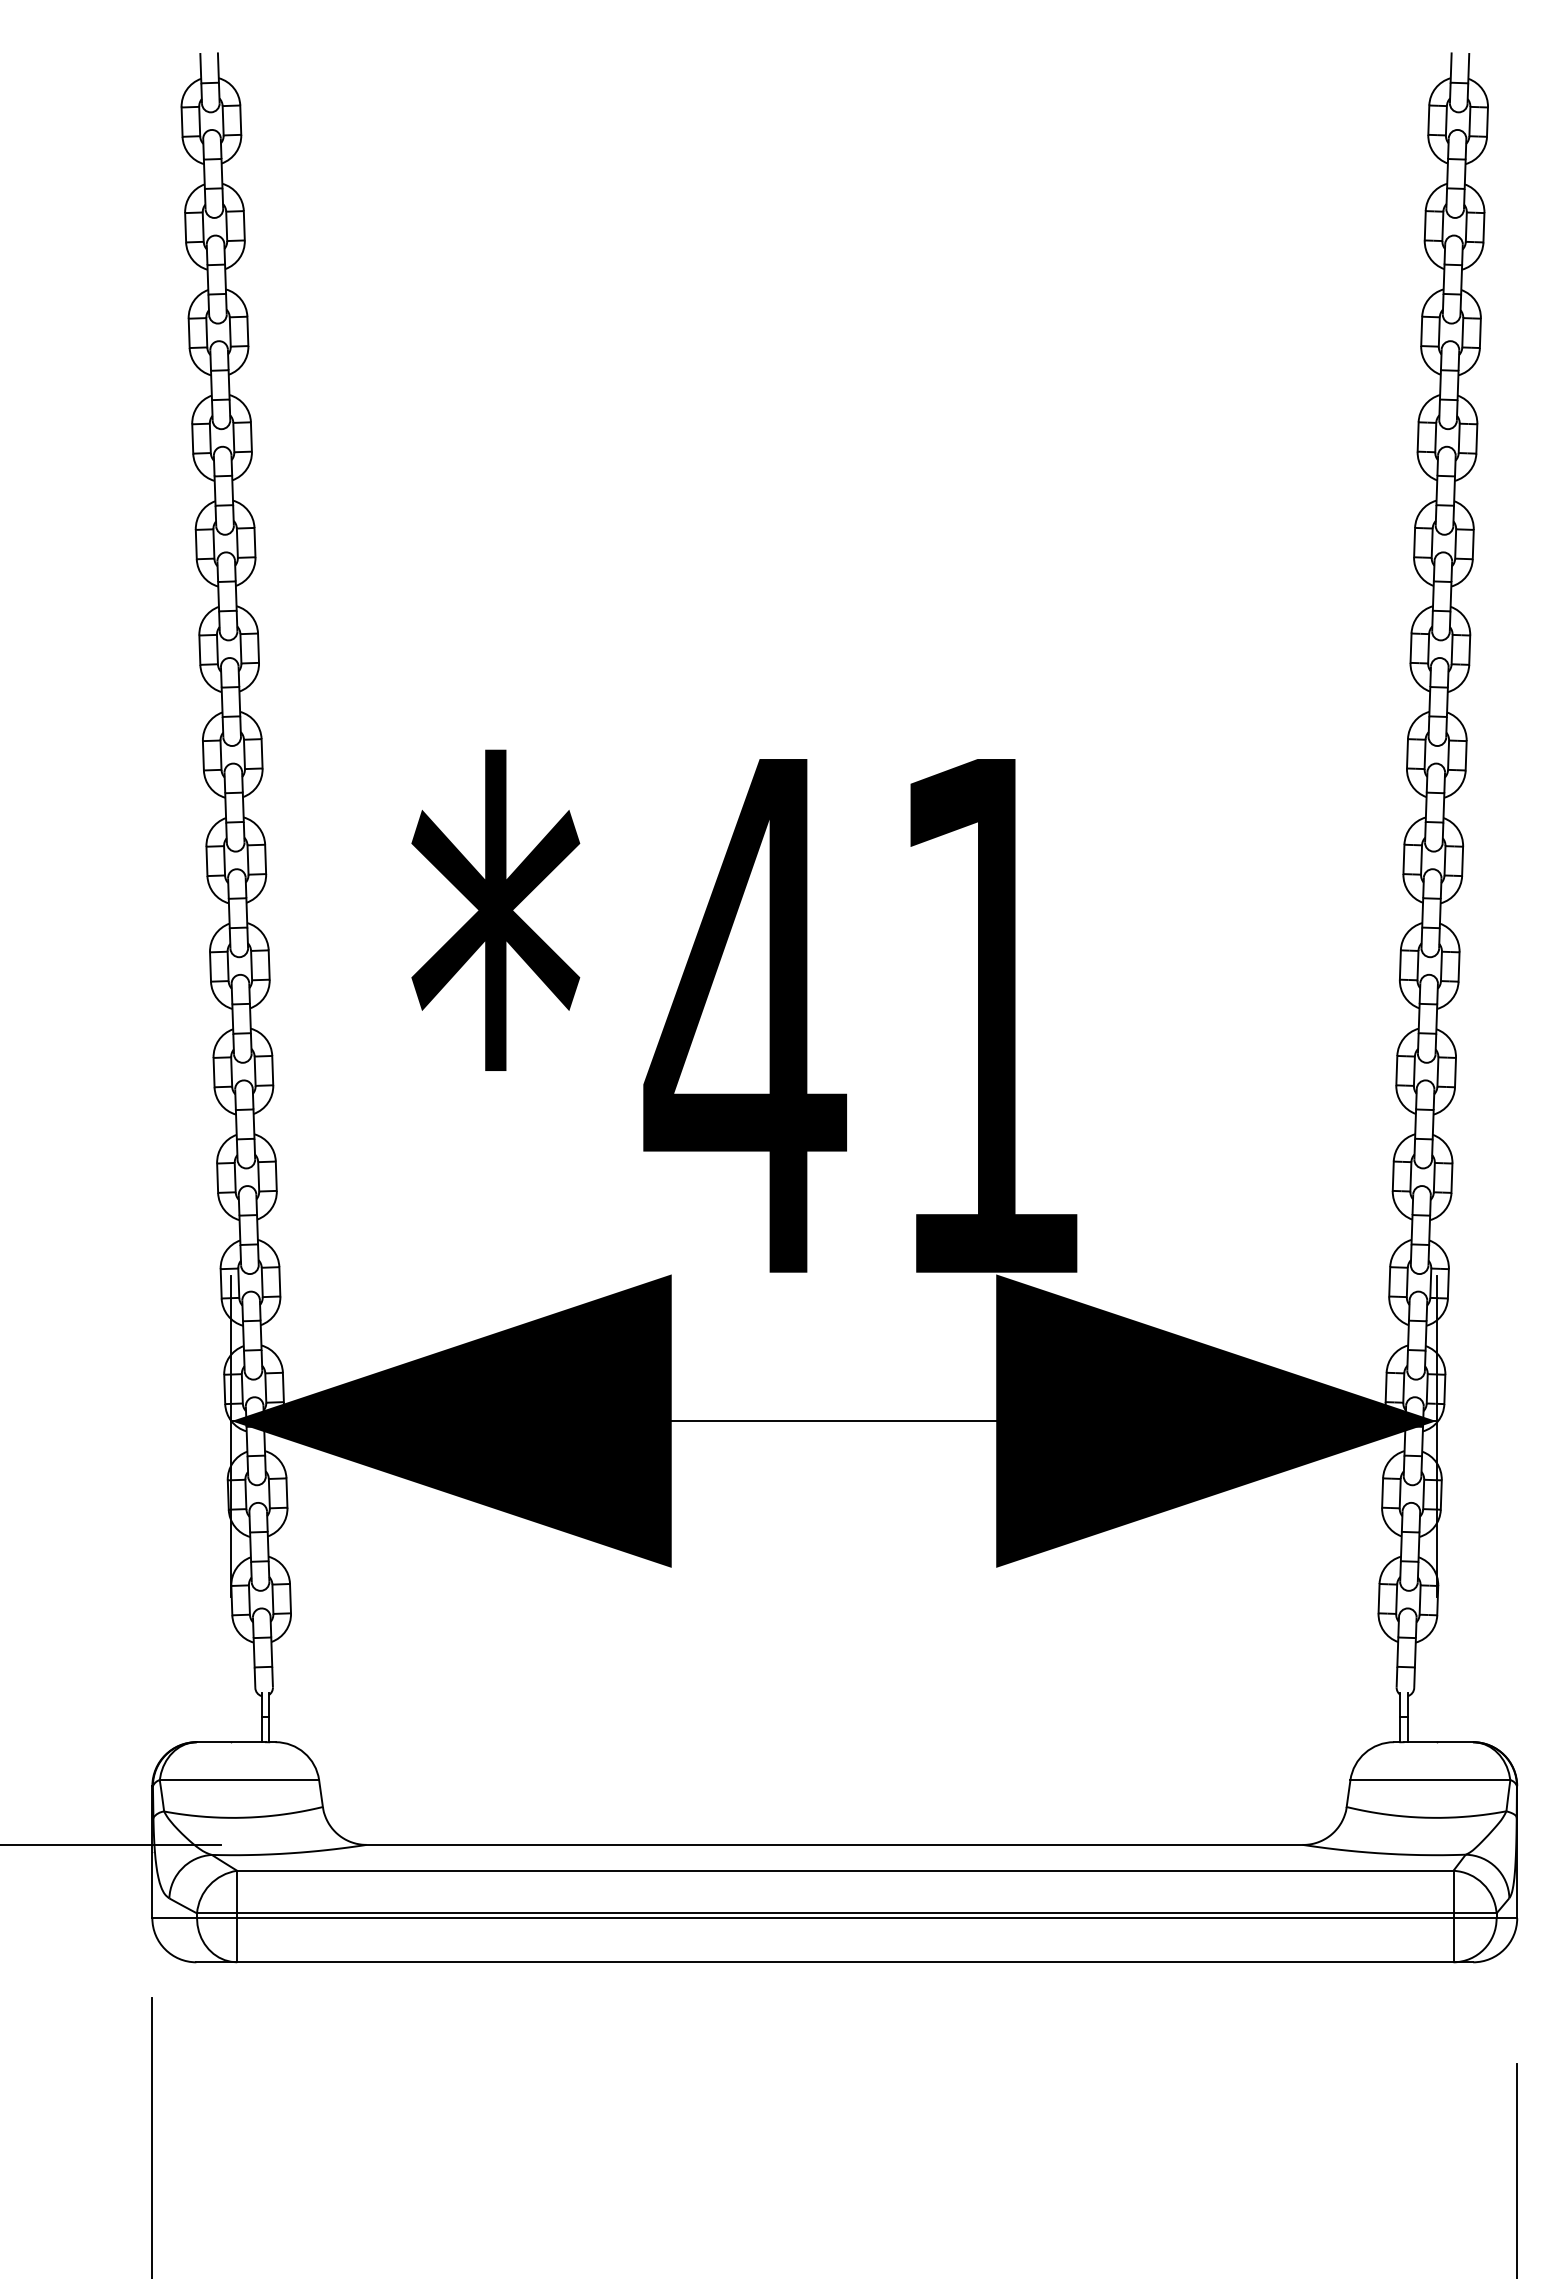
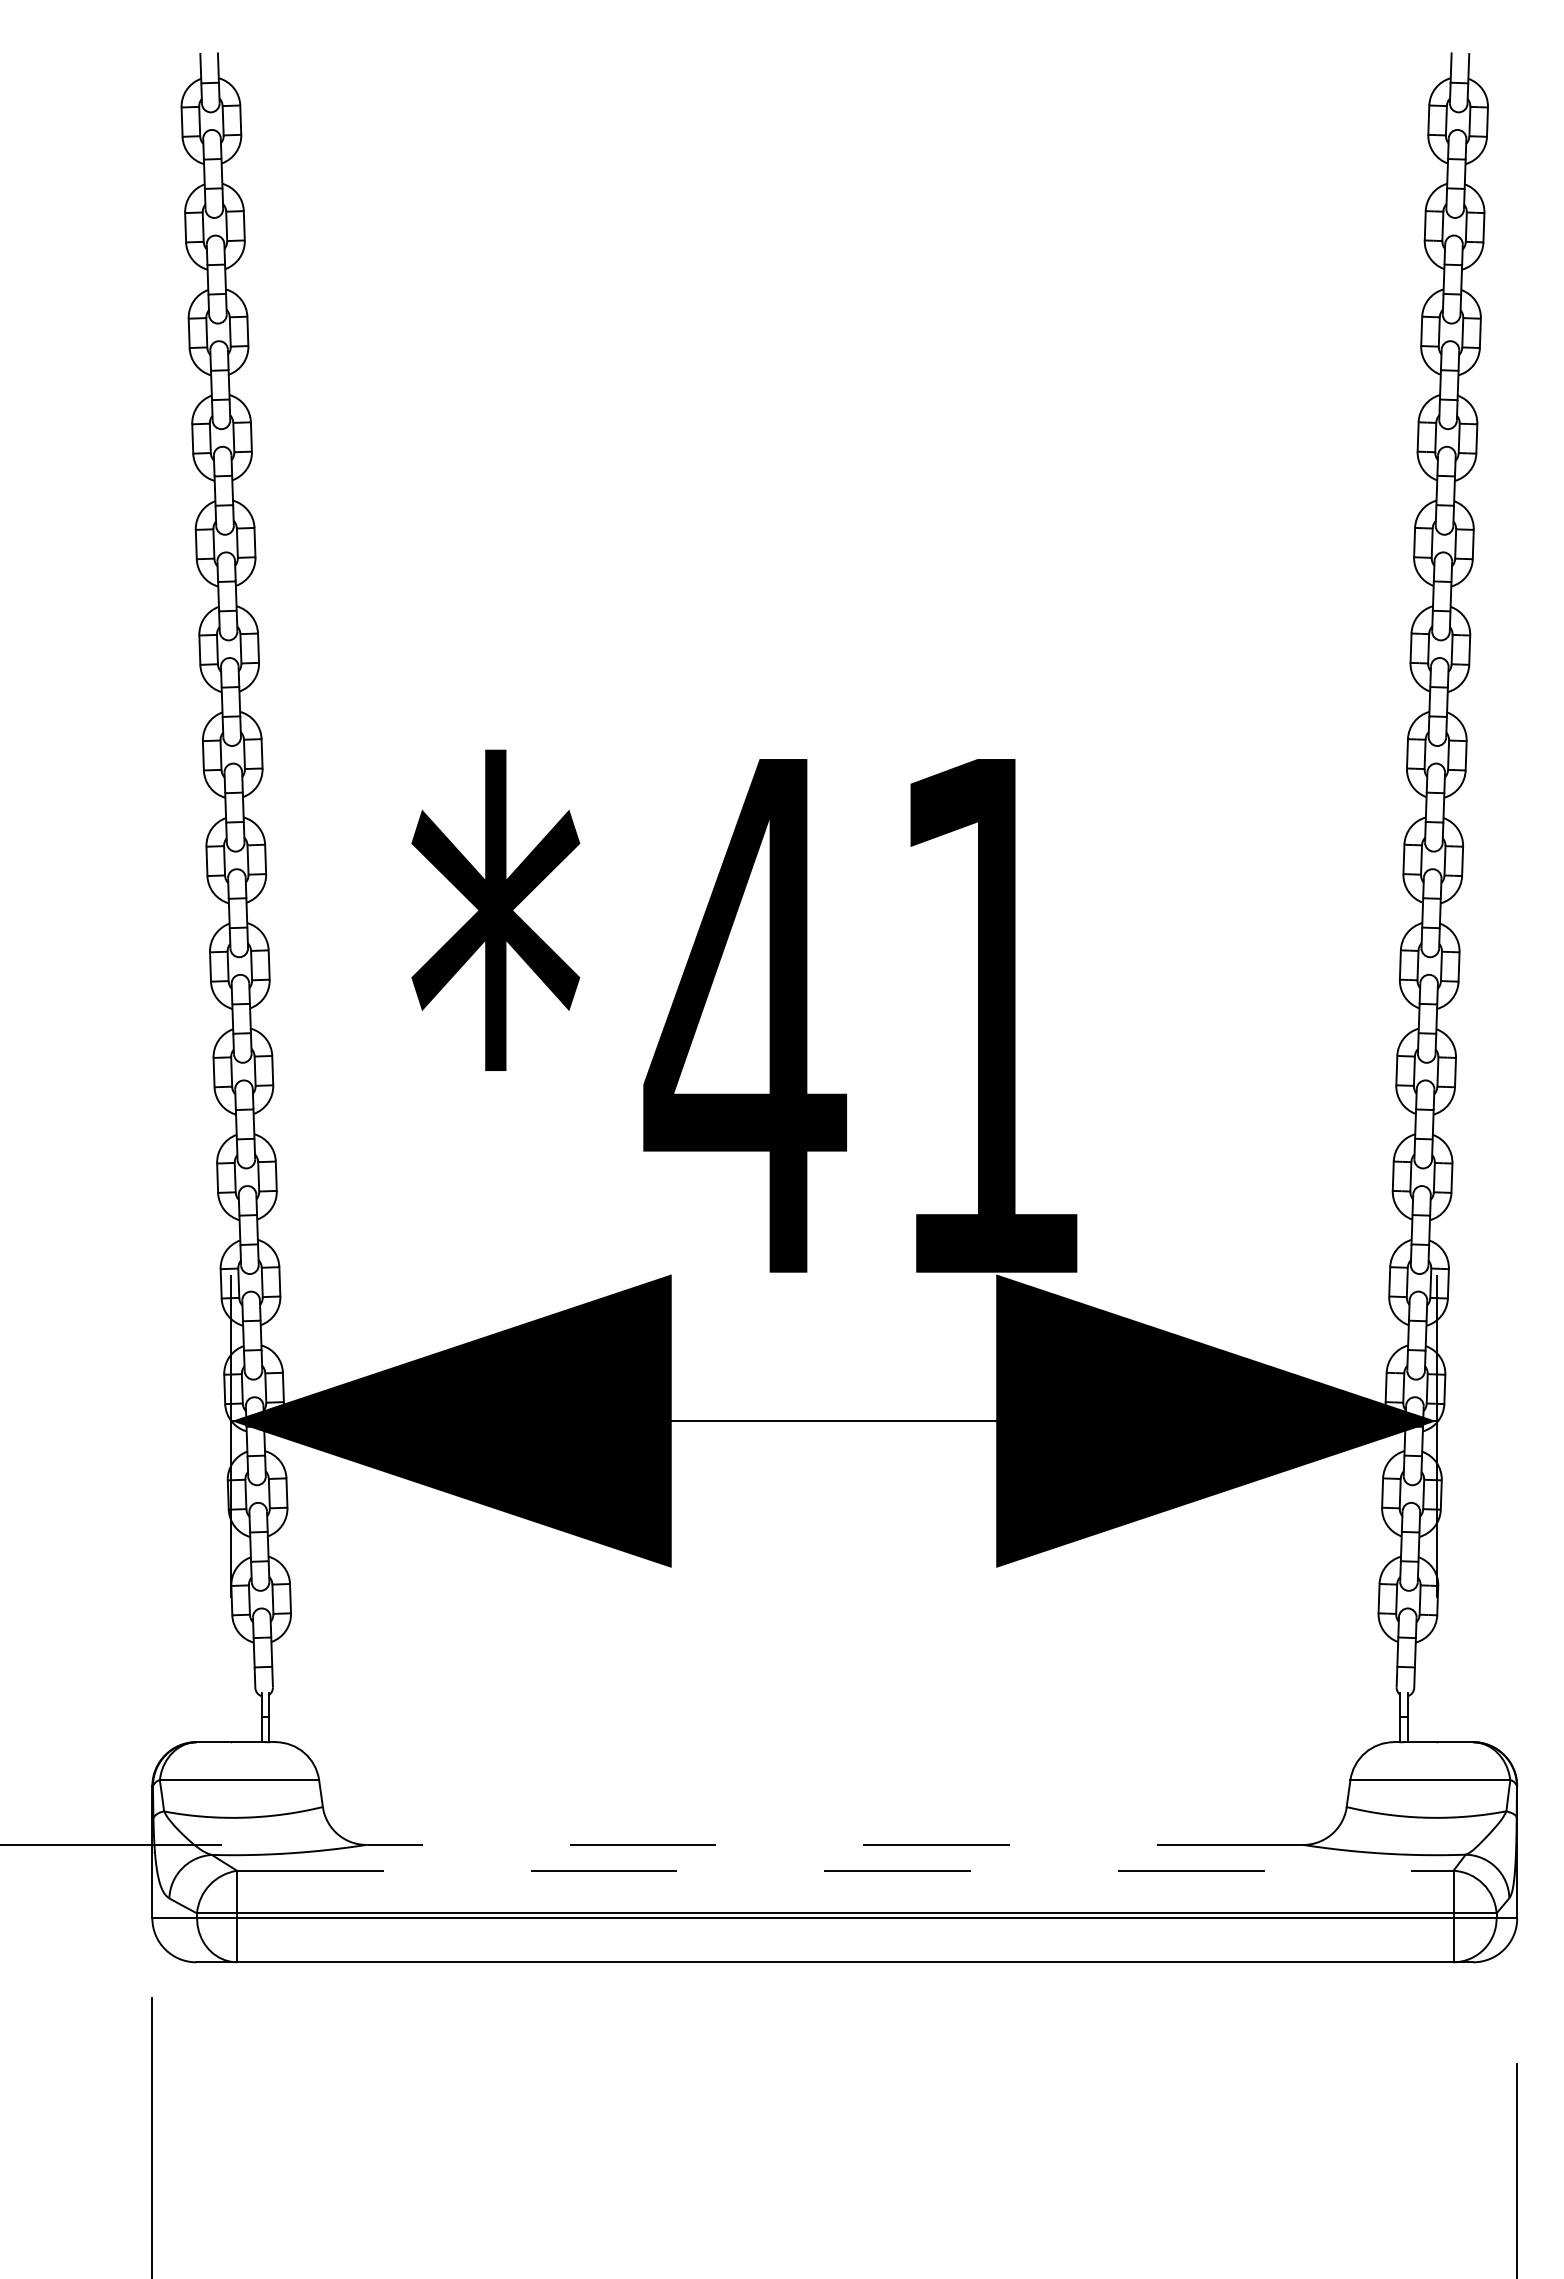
line at (834, 1844): solid -> dashed
line at (845, 1870): solid -> dashed
